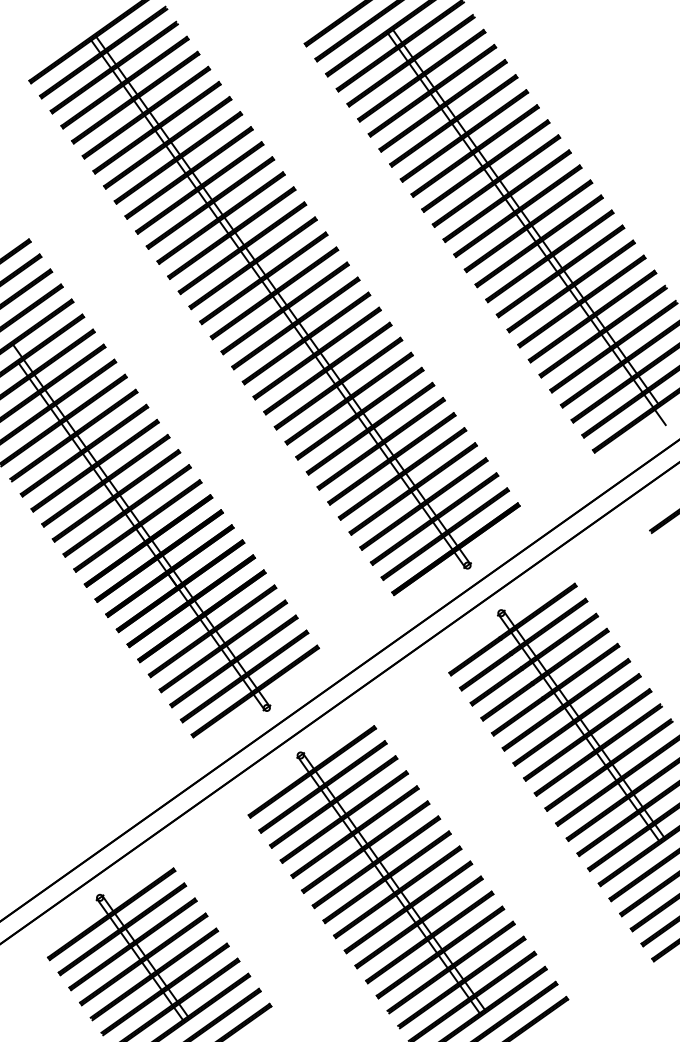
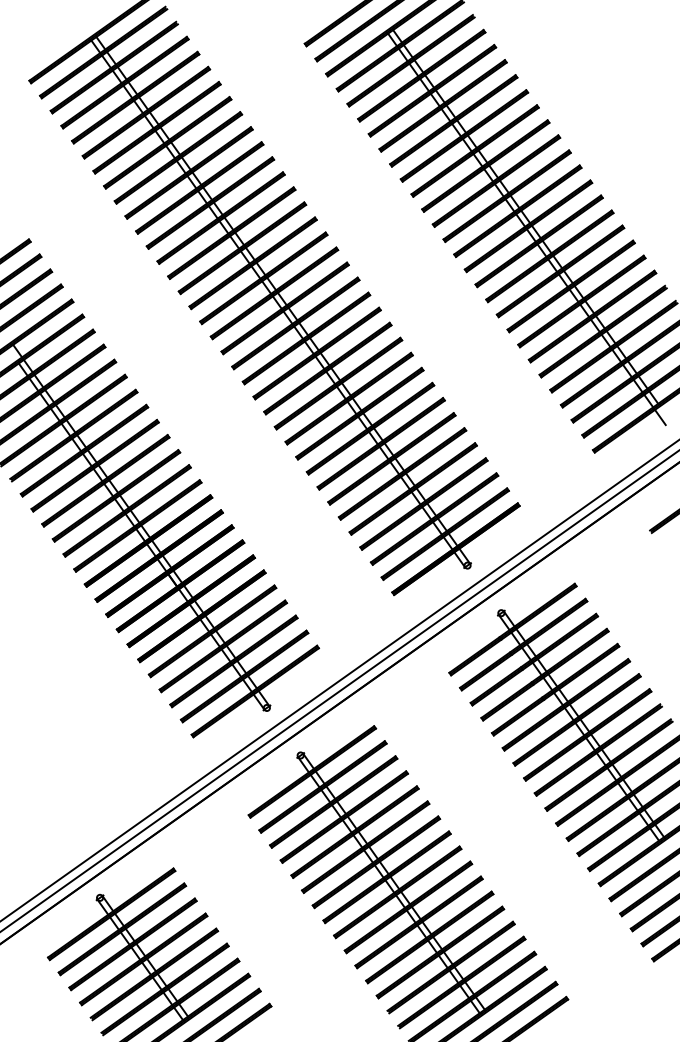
line at (339, 680) position: (339, 680) -> (339, 691)
